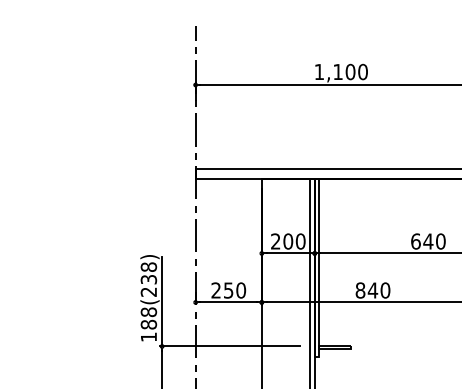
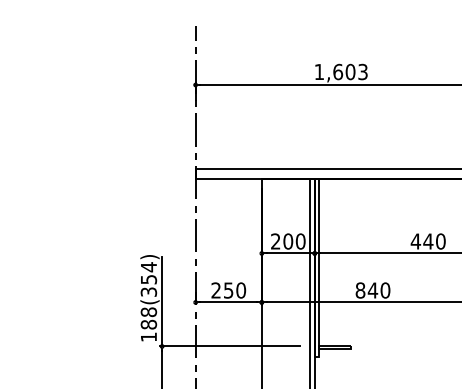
text at (350, 71): 1,100 -> 1,603
text at (415, 241): 640 -> 440
text at (148, 279): 188(238) -> 188(354)
